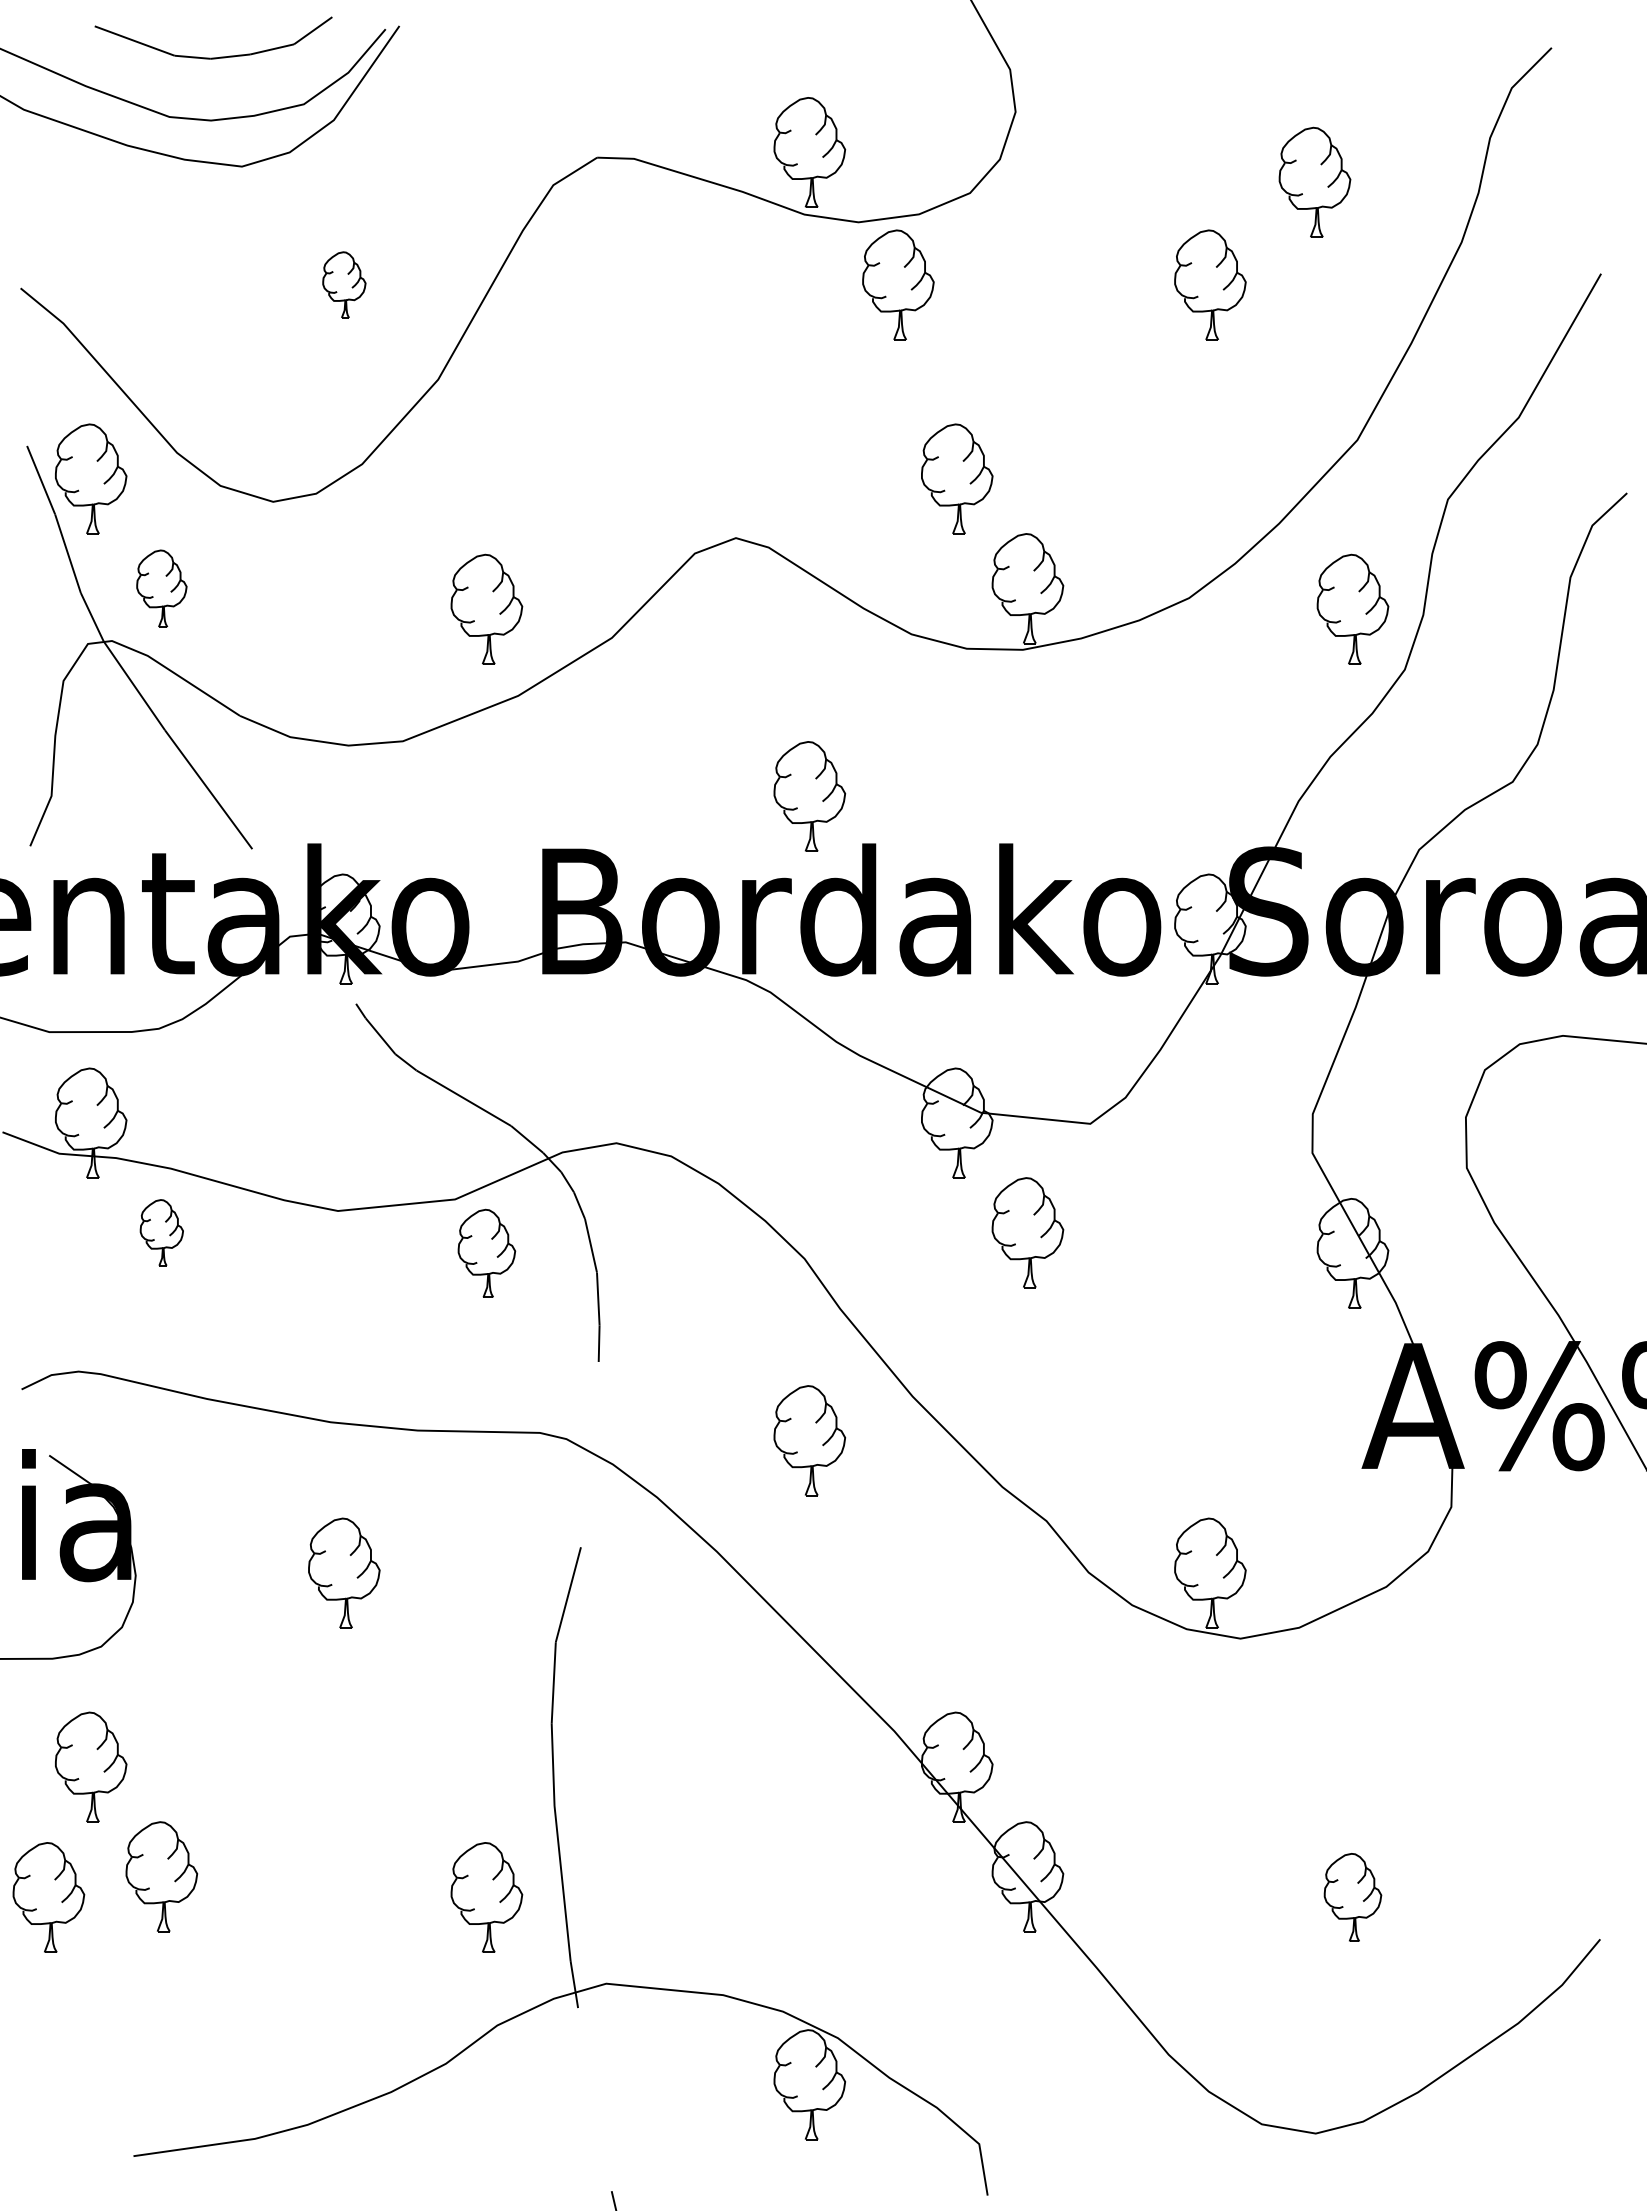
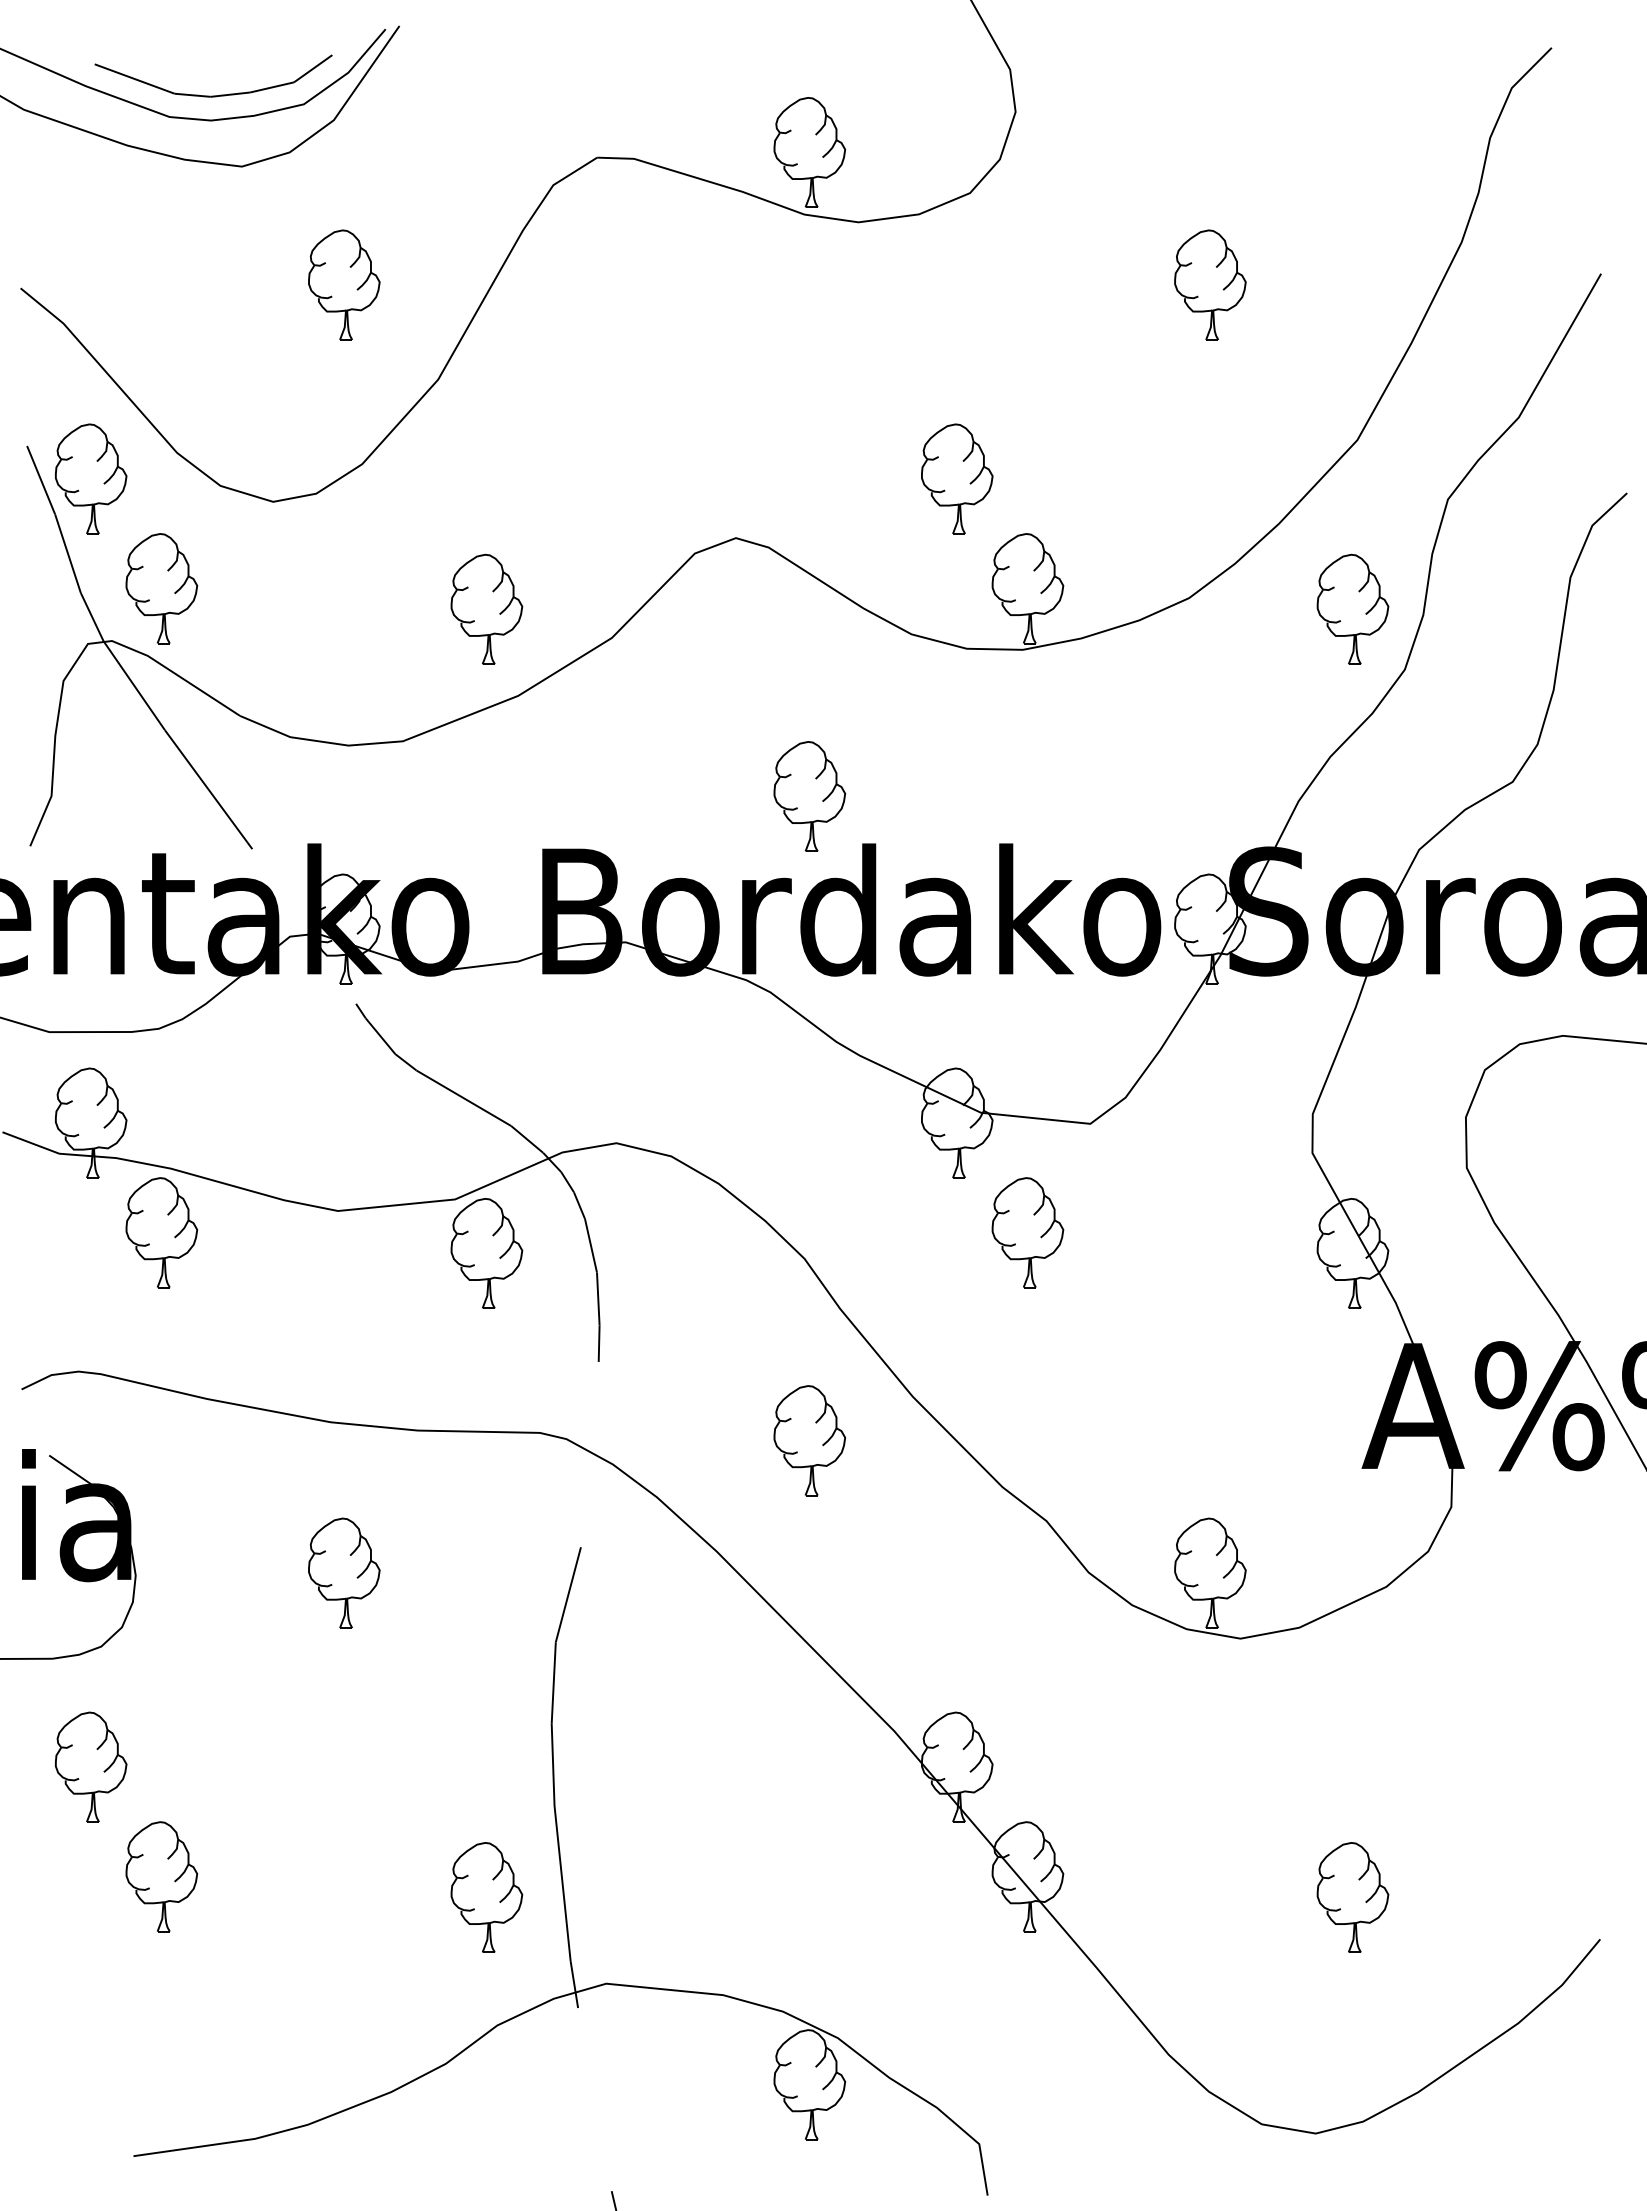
curve at (213, 57) position: (213, 57) -> (213, 95)
part at (1314, 181): present -> none
part at (344, 284) size: 45x68 px -> 73x112 px
part at (898, 284): present -> none
part at (161, 588) size: 52x79 px -> 74x112 px
part at (161, 1232) size: 45x68 px -> 74x112 px
part at (486, 1252) size: 60x90 px -> 74x111 px
part at (48, 1897): present -> none
part at (1352, 1897) size: 60x89 px -> 74x111 px
